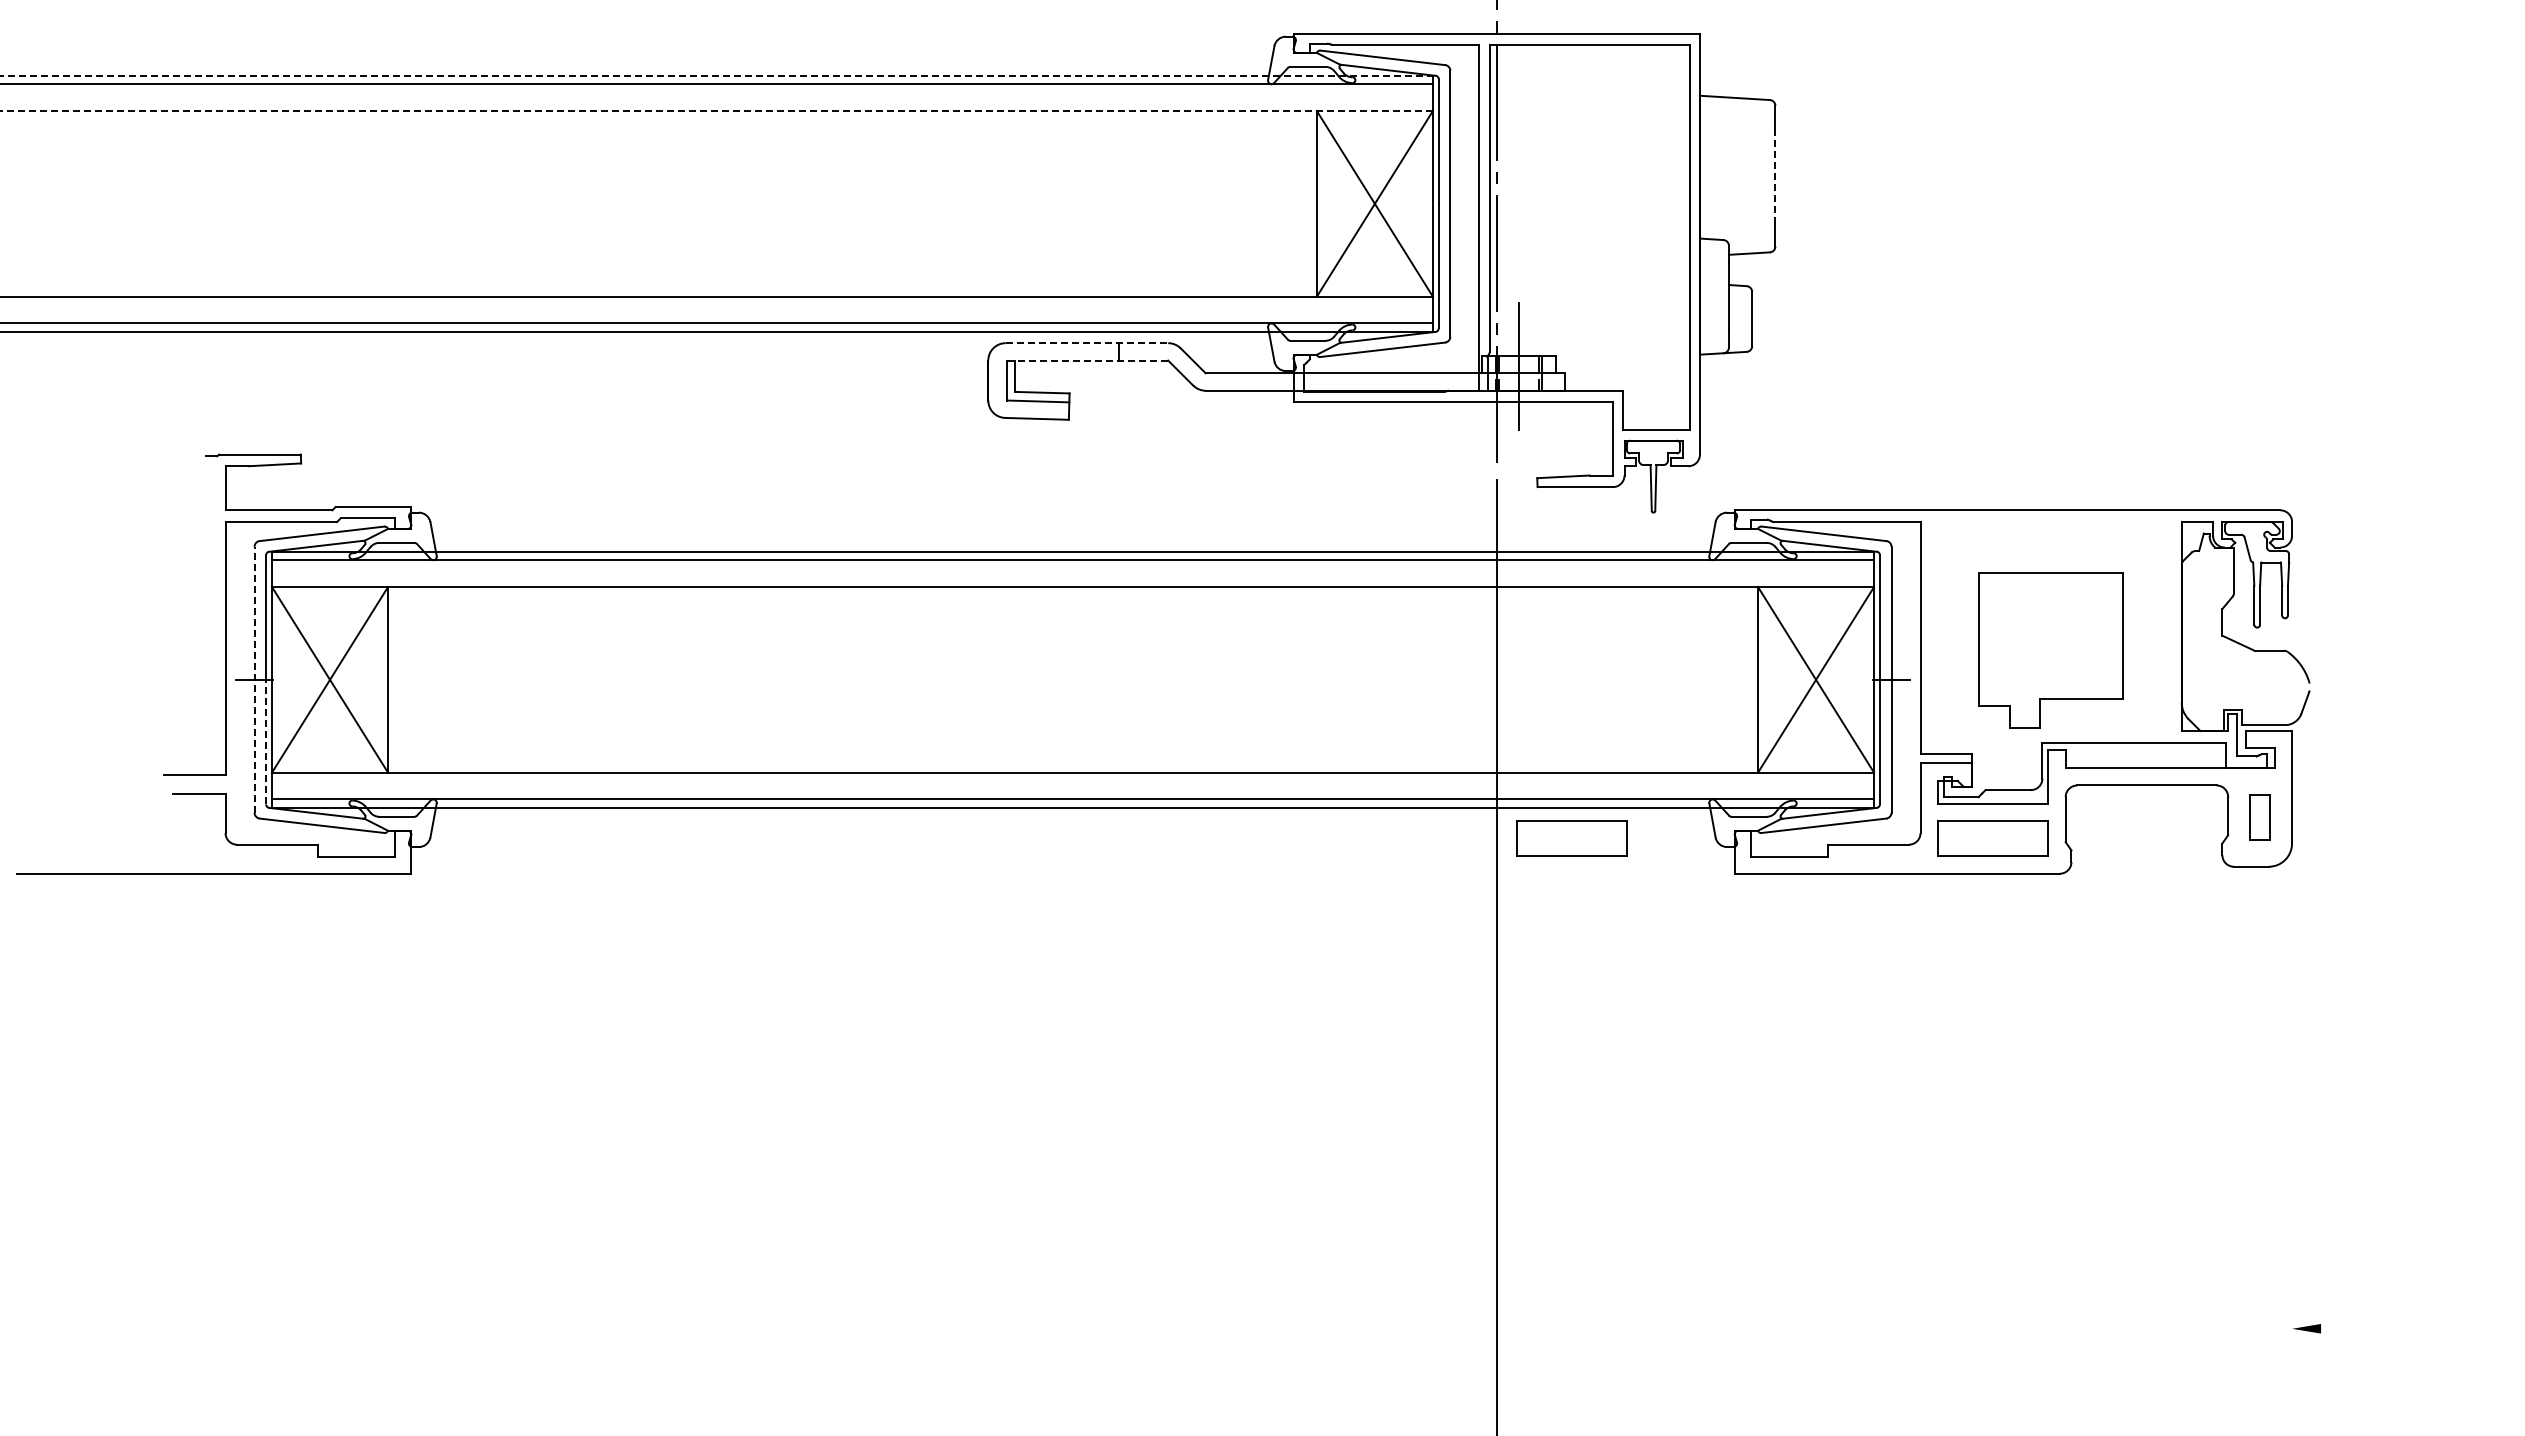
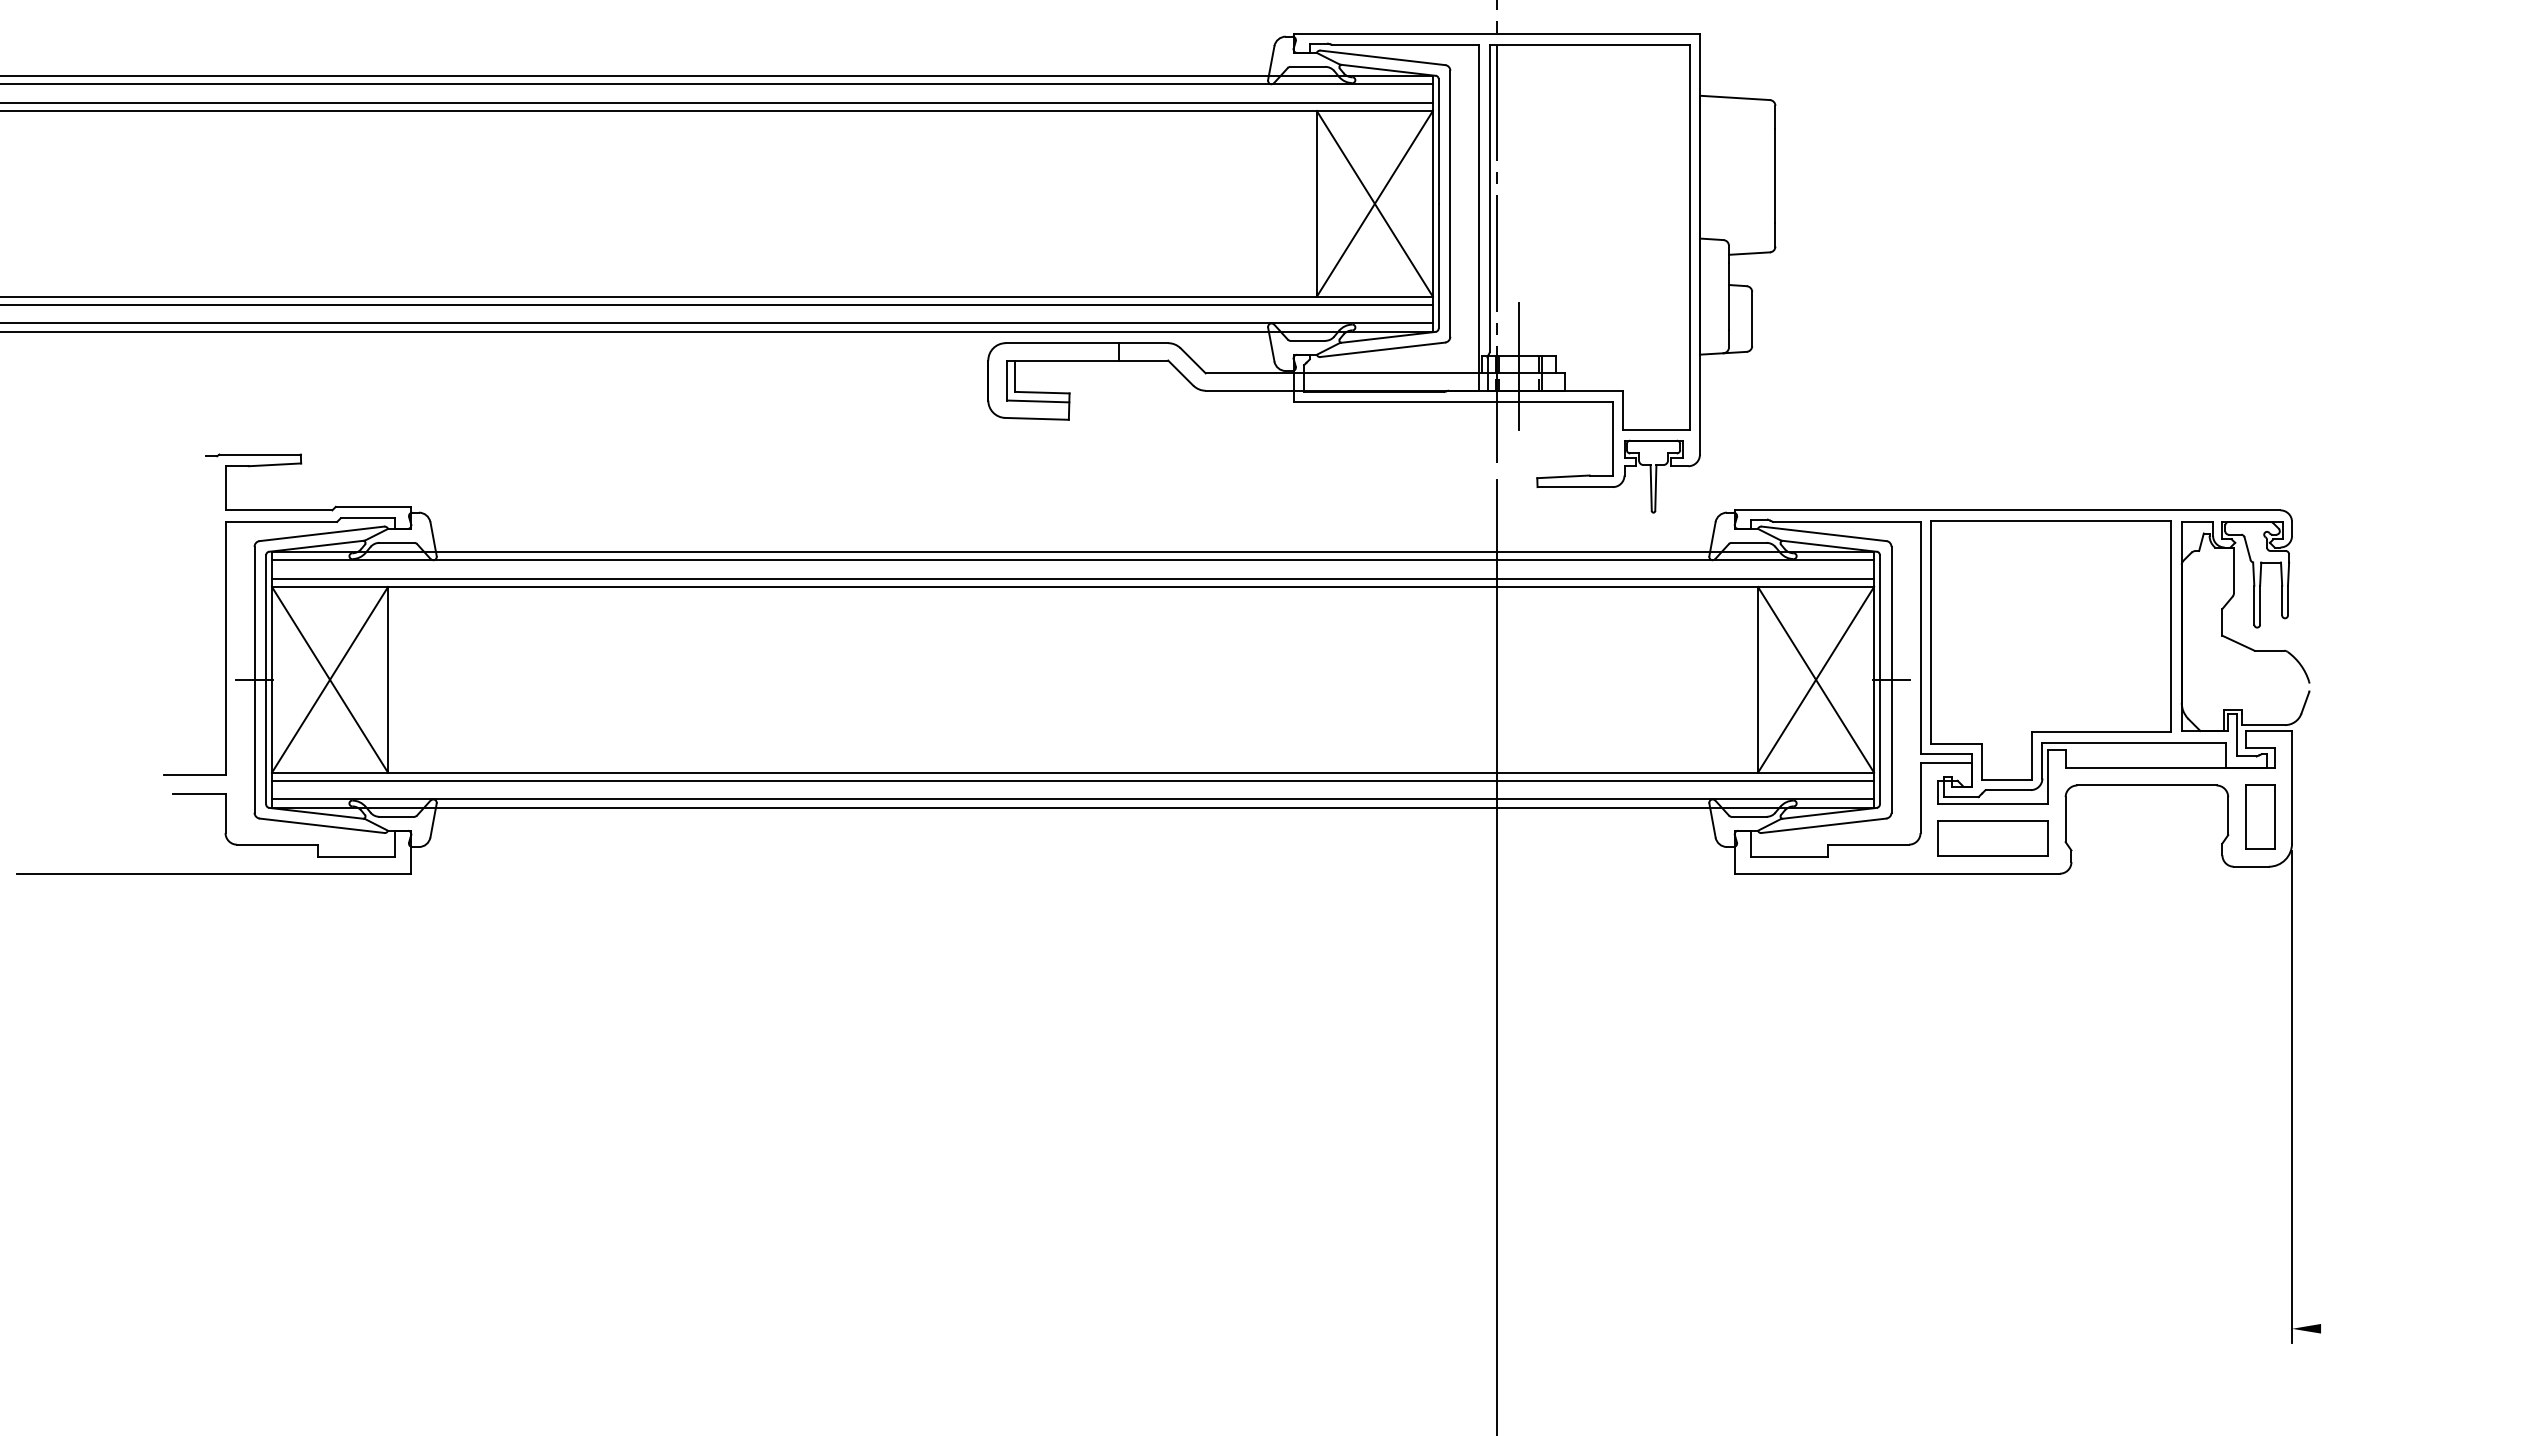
line at (717, 76): dashed -> solid
line at (717, 102): none -> present
line at (716, 110): dashed -> solid
line at (1775, 176): dashed -> solid
line at (717, 304): none -> present
line at (1087, 343): dashed -> solid
line at (1087, 360): dashed -> solid
line at (1072, 578): none -> present
part at (2050, 650) size: 146x157 px -> 242x261 px
line at (254, 679): dashed -> solid
line at (266, 741): dashed -> solid
line at (1072, 780): none -> present
part at (2259, 817) size: 22x47 px -> 31x66 px
part at (1571, 838): present -> none
line at (2292, 1096): none -> present
